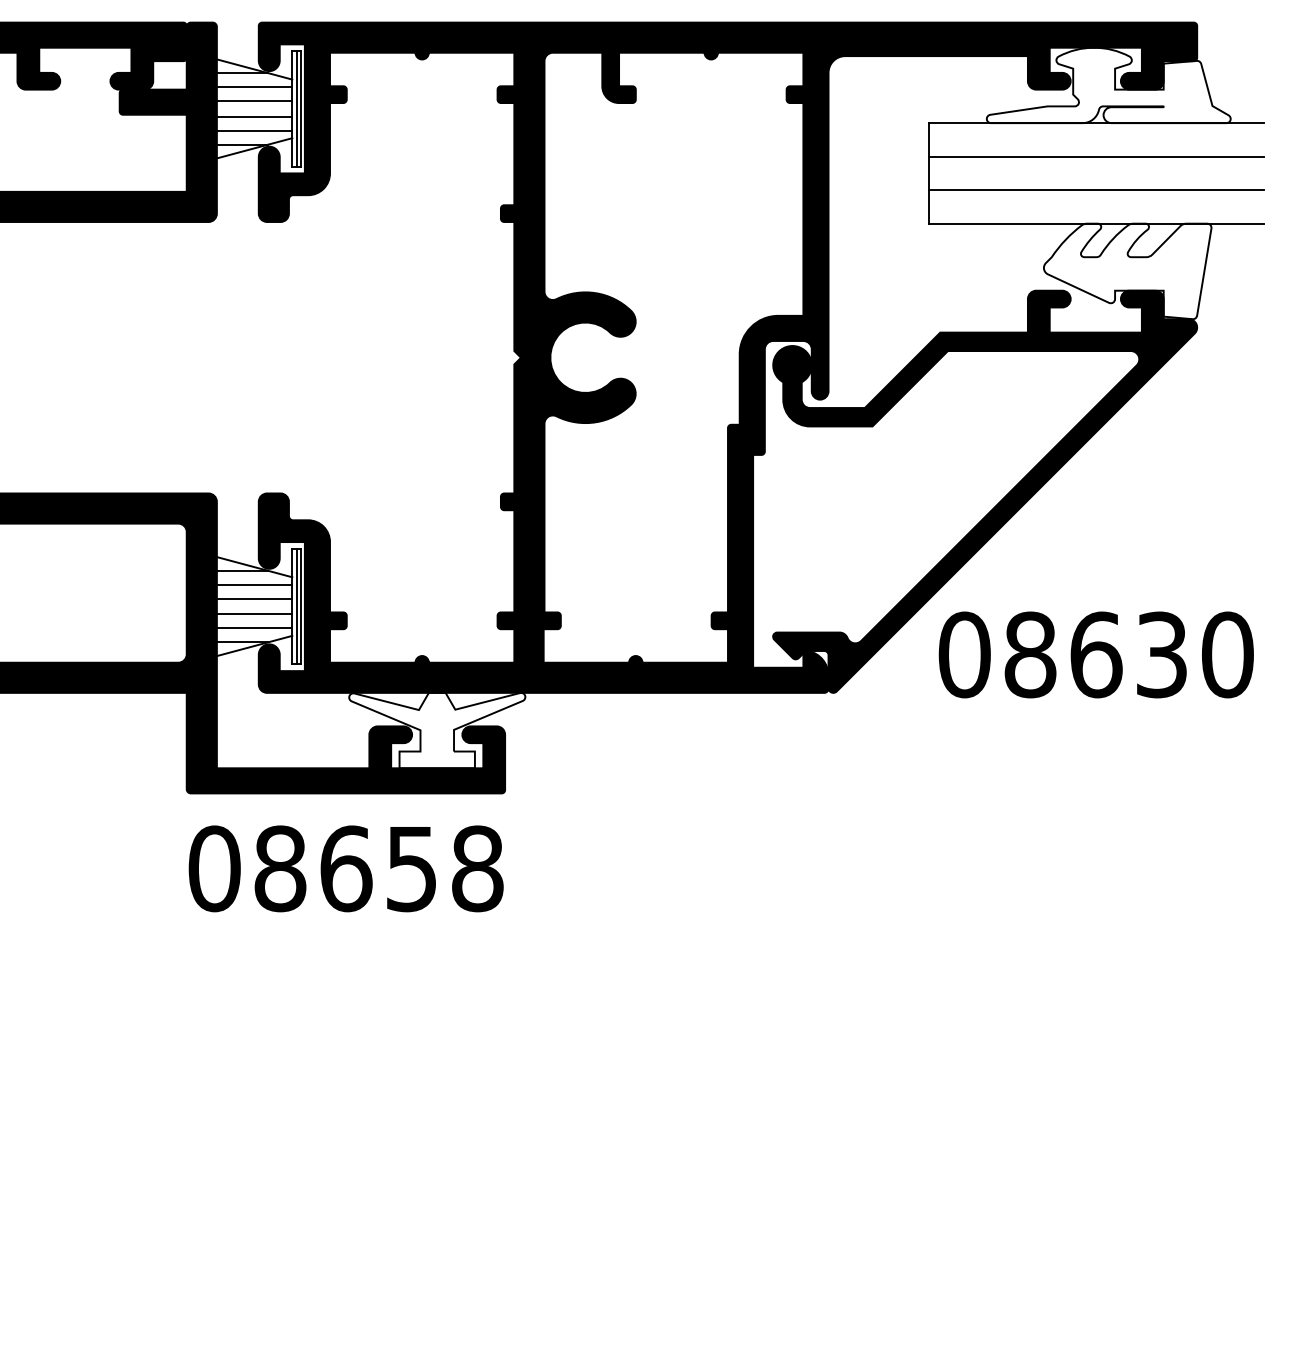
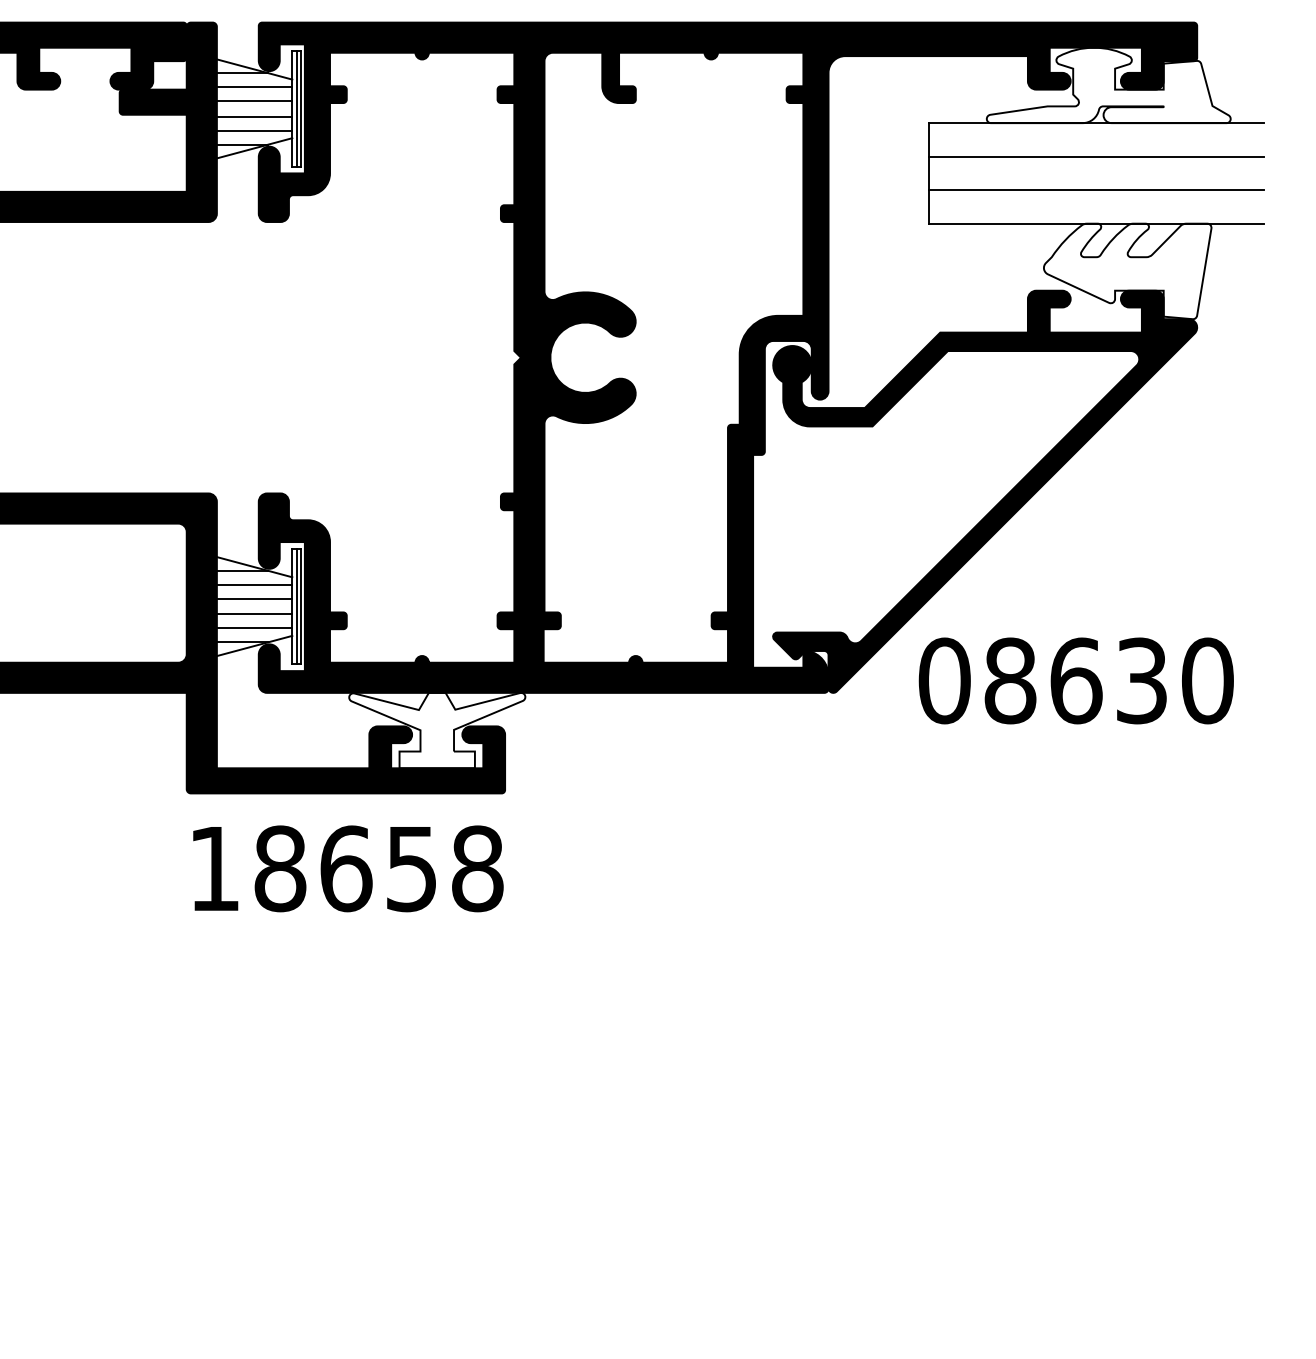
text at (1095, 654) position: (1095, 654) -> (1075, 680)
text at (214, 868): 08658 -> 18658
